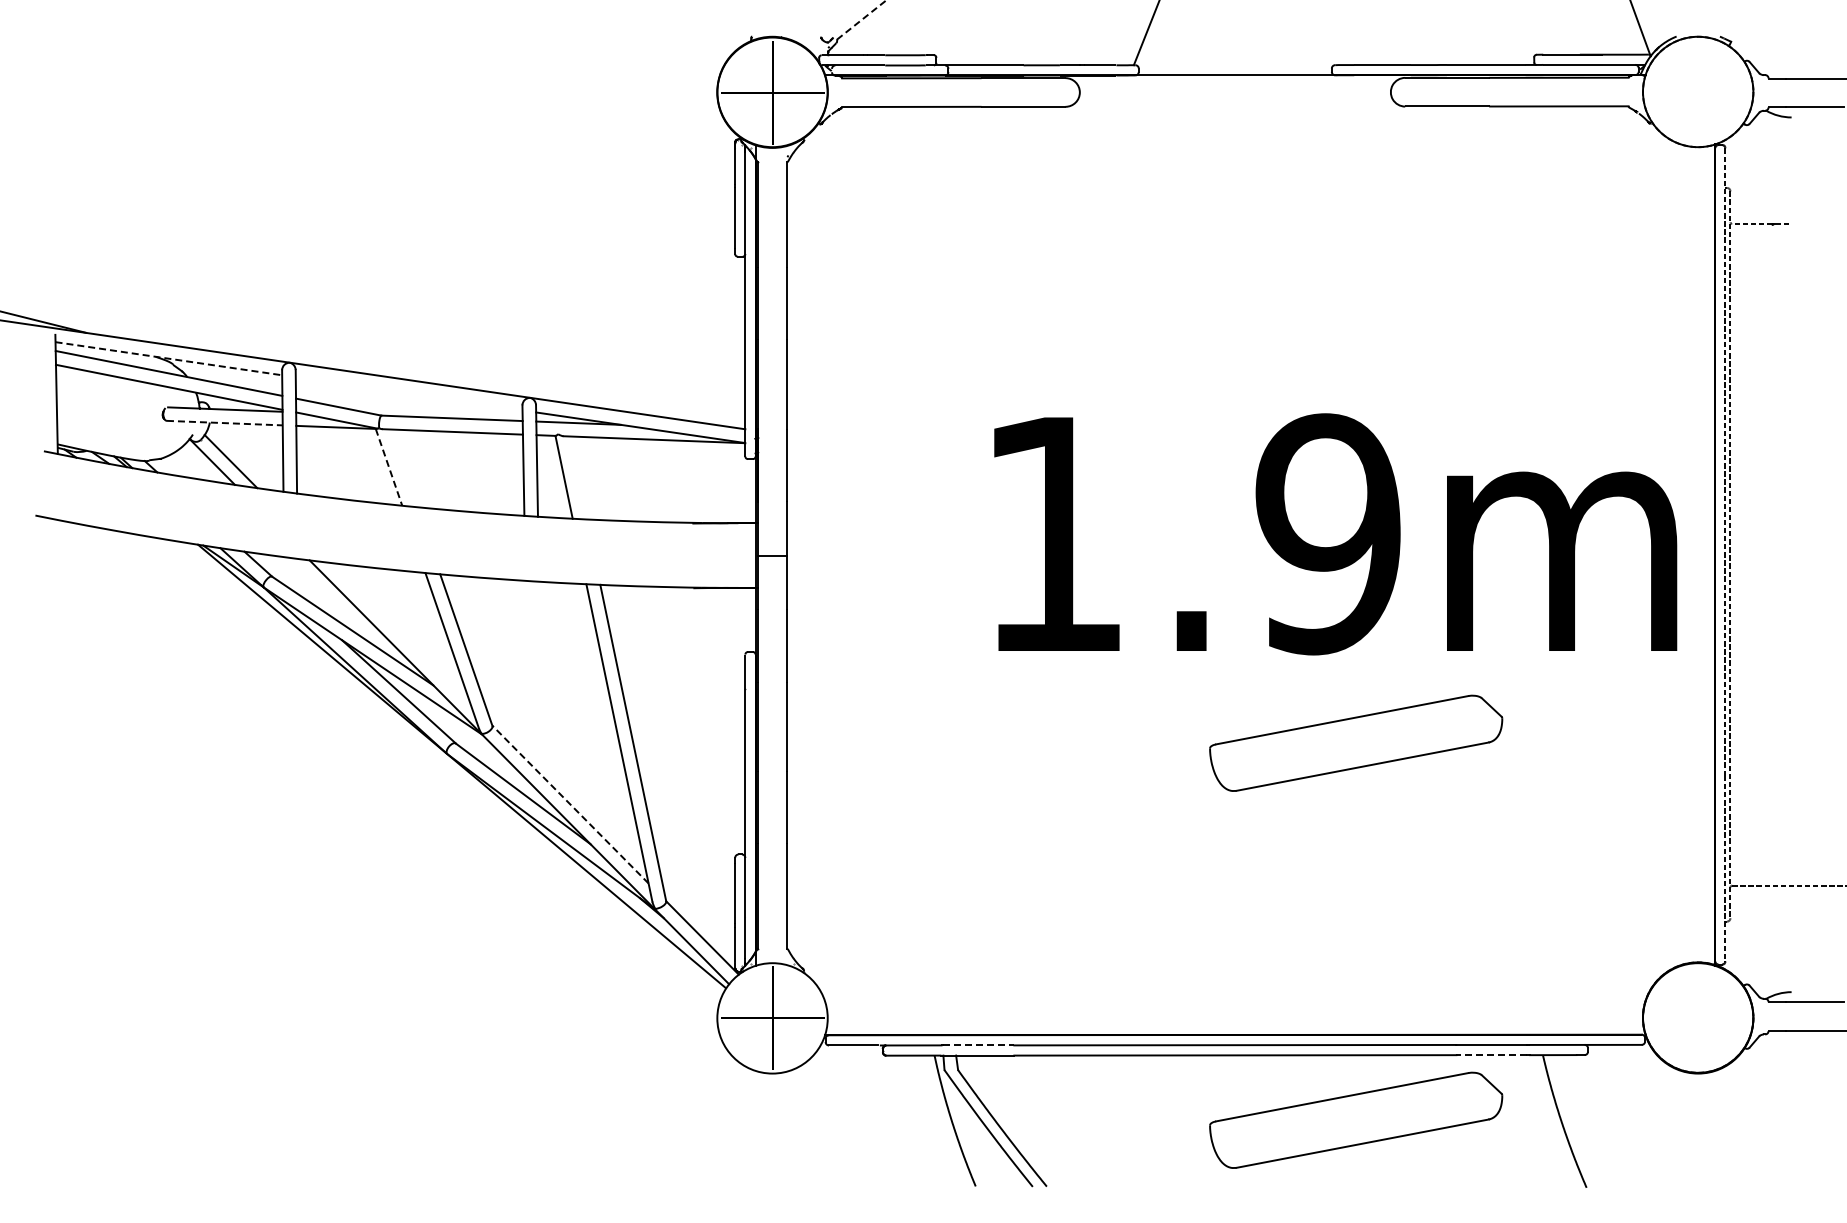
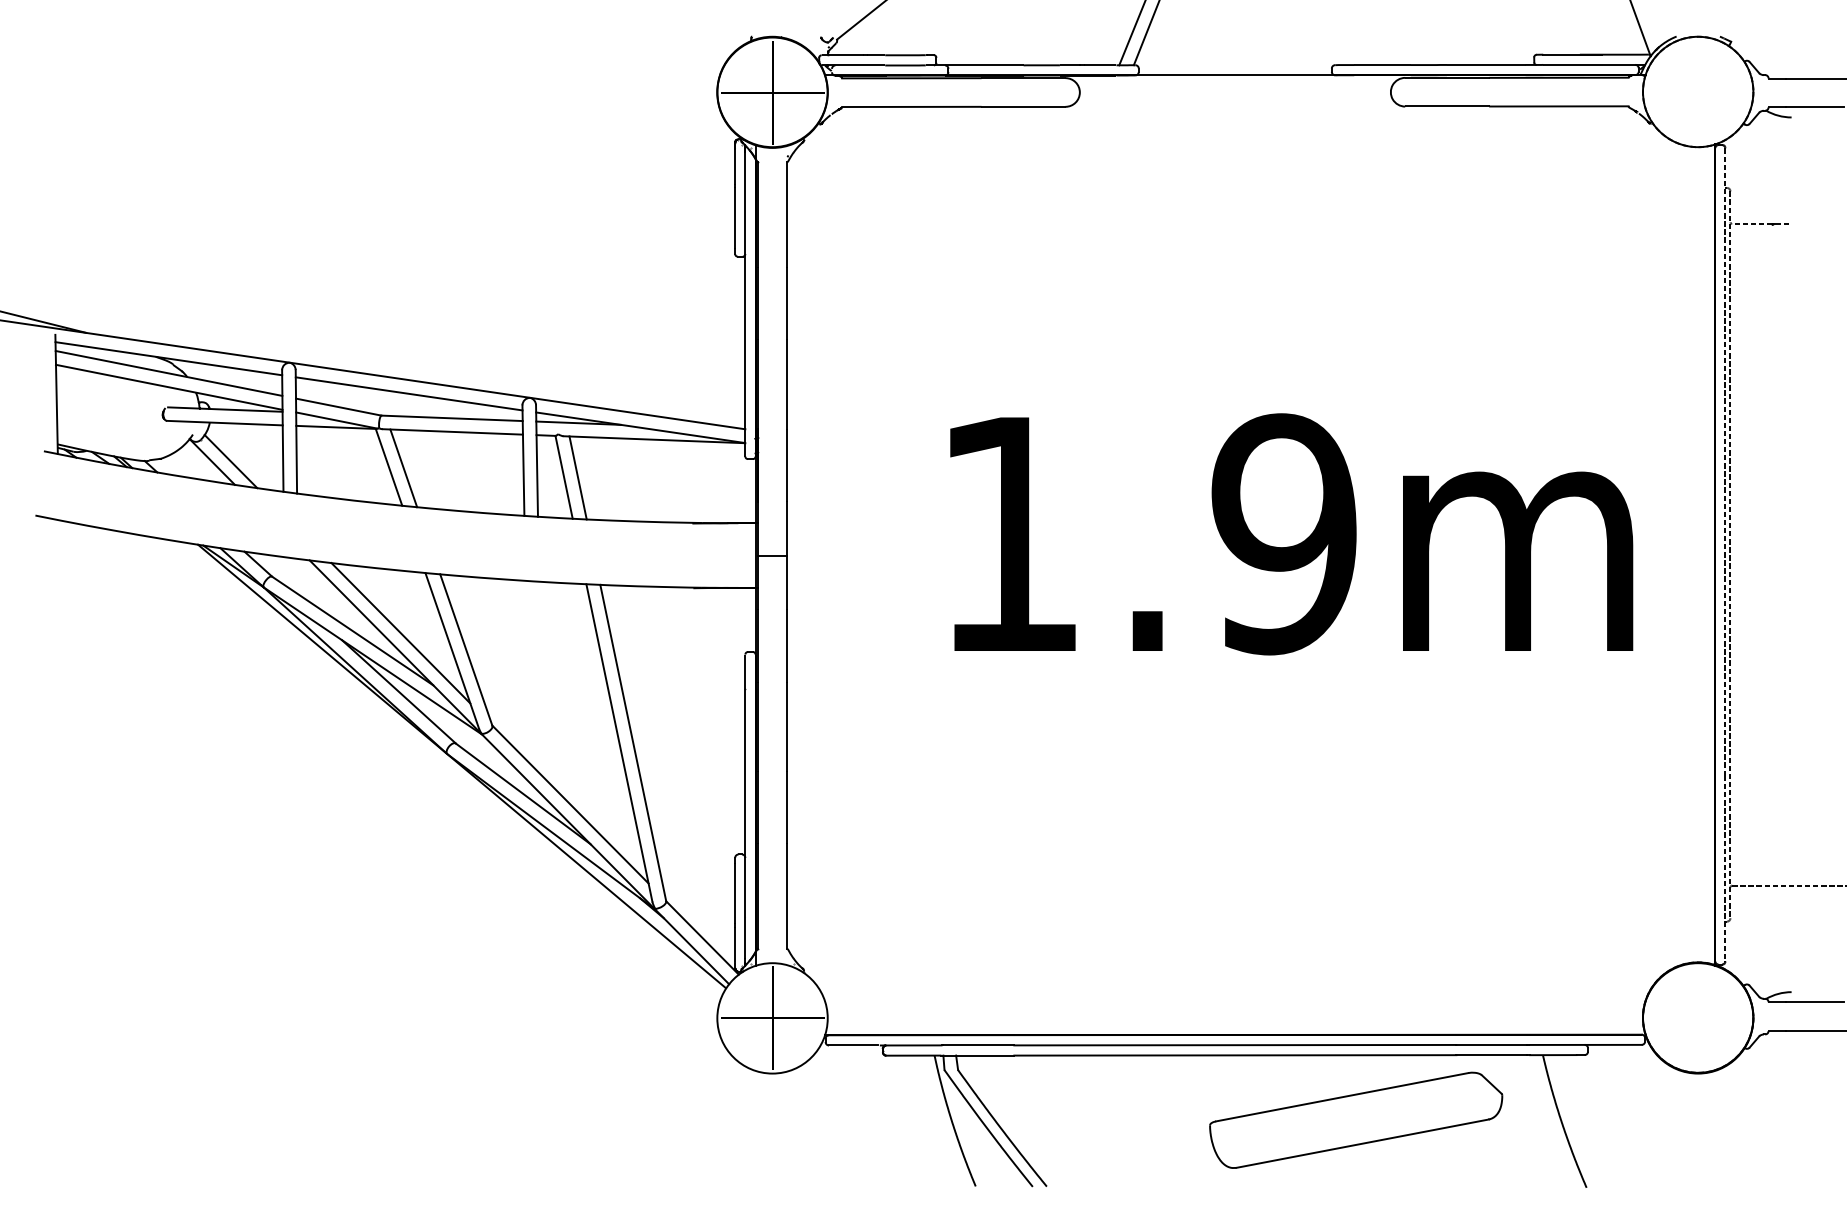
line at (862, 19): dashed -> solid
line at (1131, 33): none -> present
line at (168, 358): dashed -> solid
line at (408, 393): none -> present
line at (224, 423): dashed -> solid
line at (389, 467): dashed -> solid
line at (403, 468): none -> present
line at (577, 477): none -> present
text at (1335, 534) position: (1335, 534) -> (1291, 534)
line at (400, 633): none -> present
part at (1356, 742): present -> none
line at (570, 804): dashed -> solid
line at (979, 1045): dashed -> solid
line at (1491, 1055): dashed -> solid
